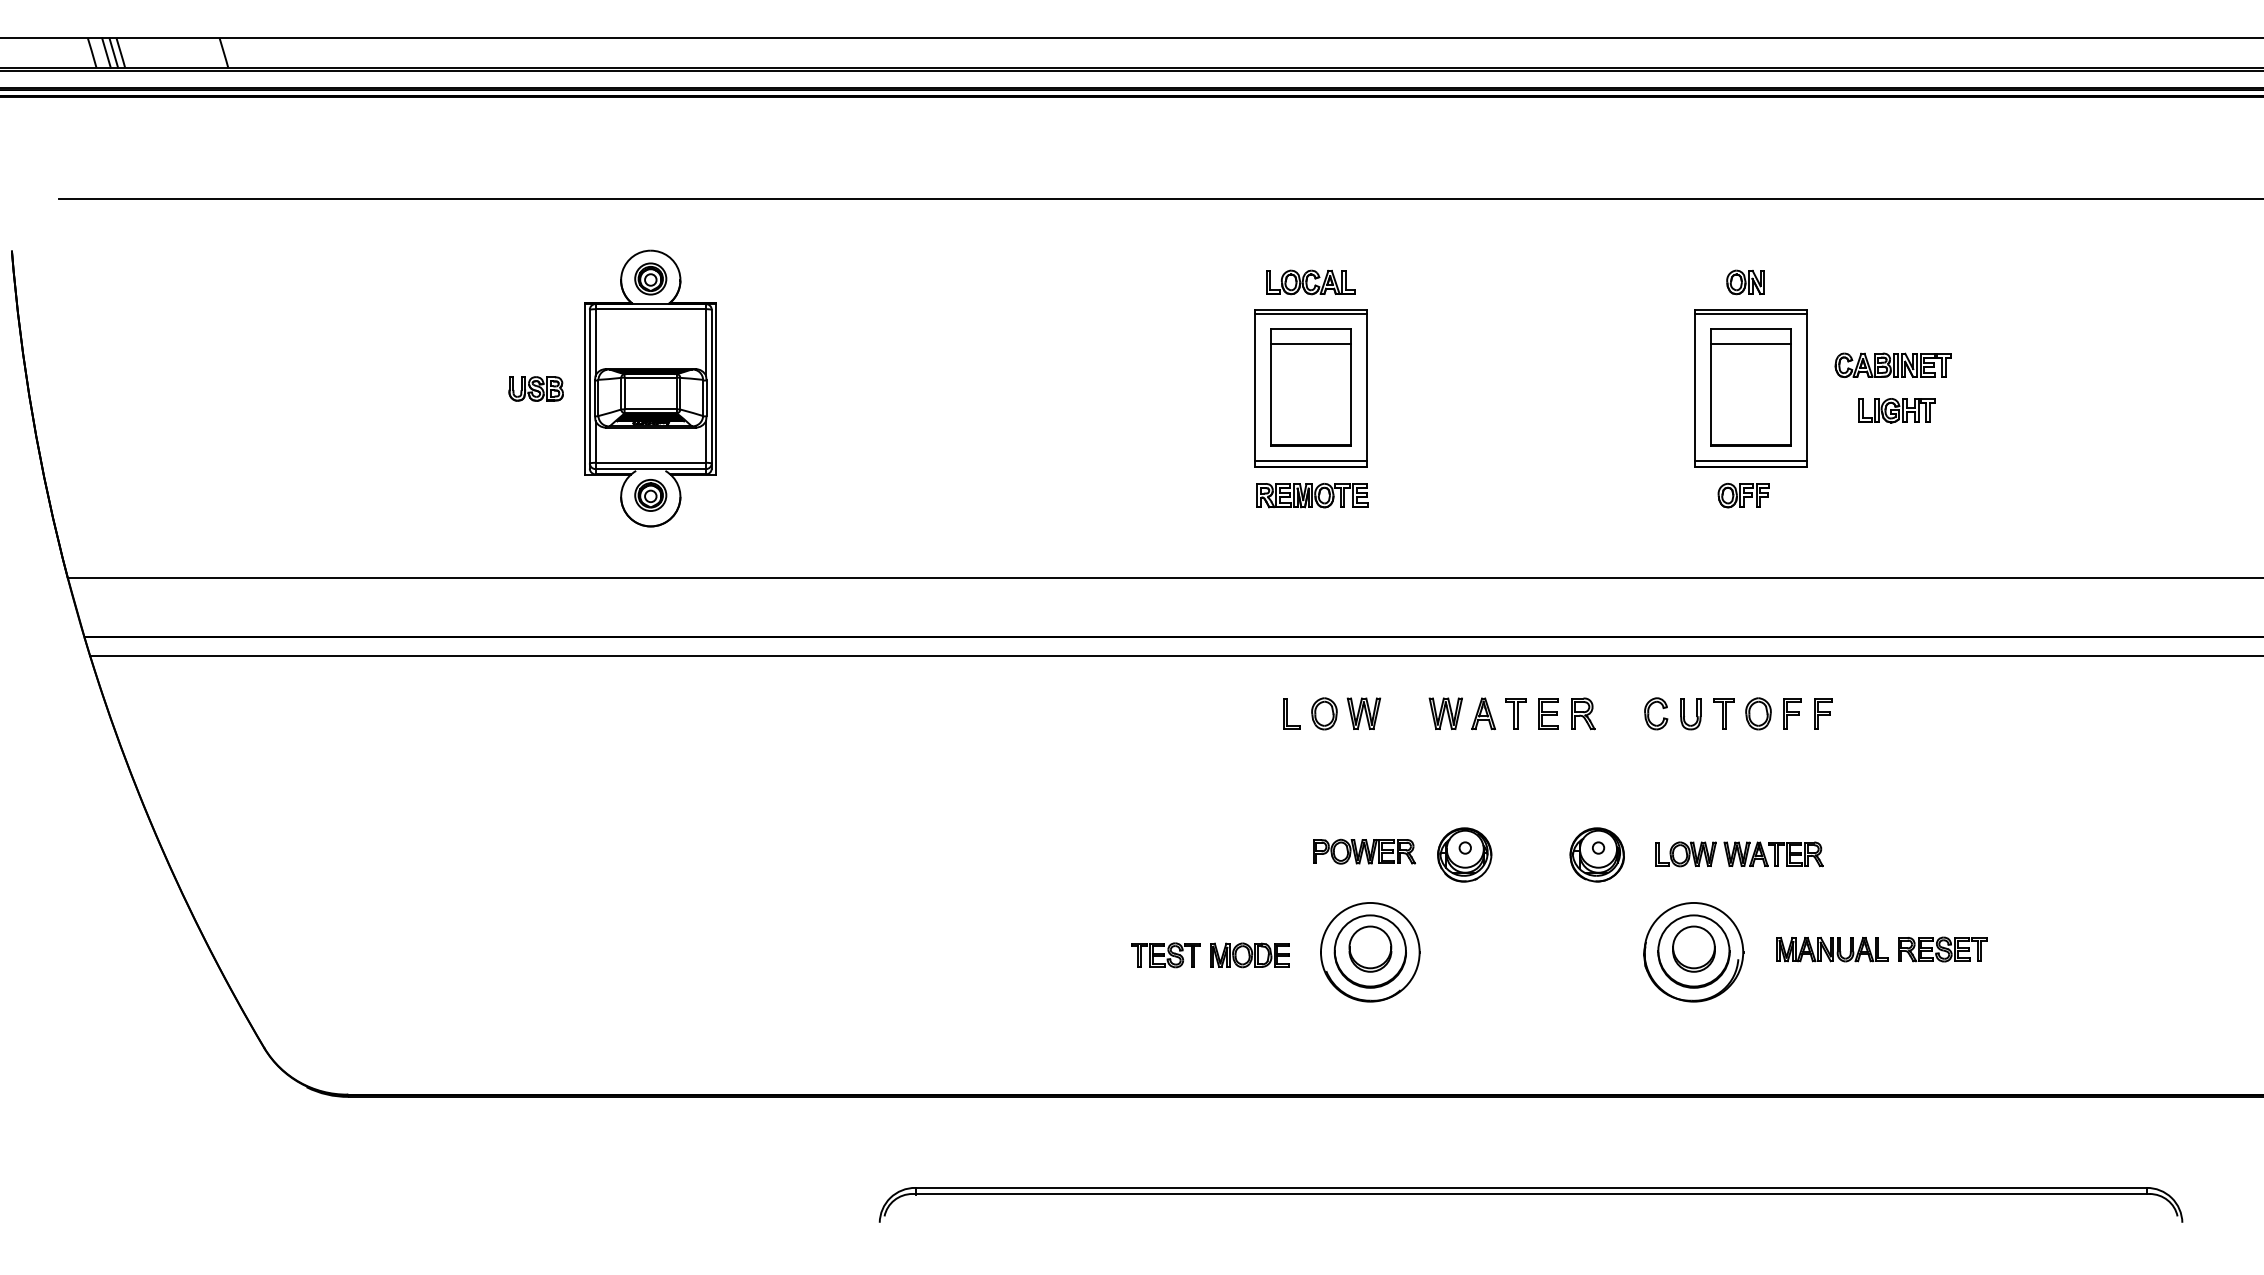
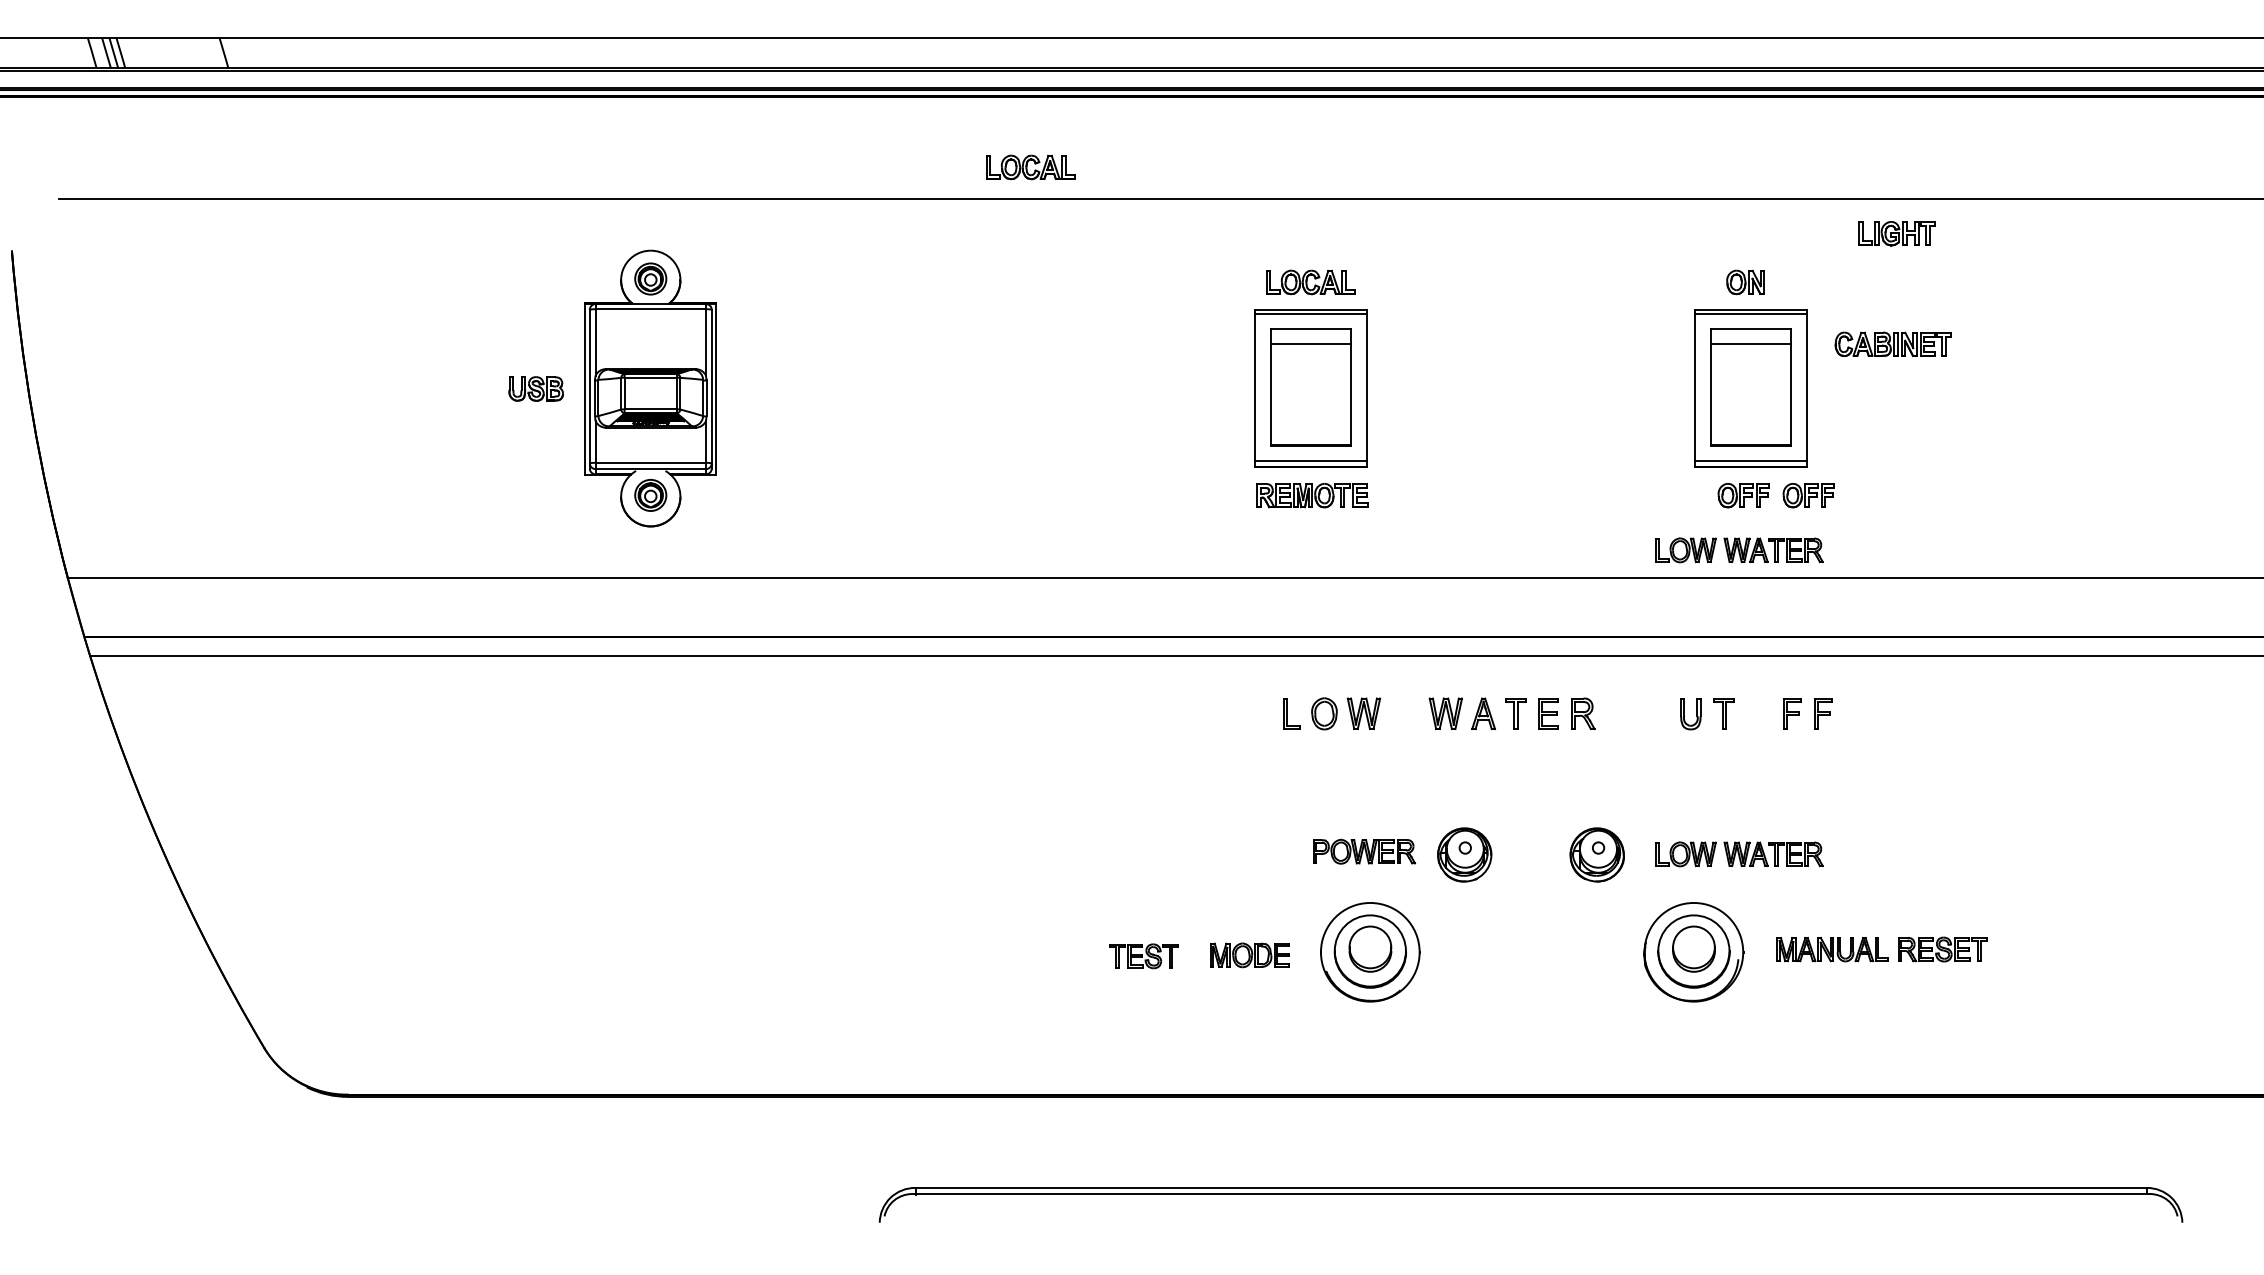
part at (1030, 167): none -> present
part at (1892, 364) position: (1892, 364) -> (1892, 343)
part at (1896, 410) position: (1896, 410) -> (1896, 233)
part at (1808, 495): none -> present
part at (1739, 550): none -> present
part at (1649, 713): present -> none
part at (1758, 713): present -> none
part at (1165, 955) position: (1165, 955) -> (1143, 956)
